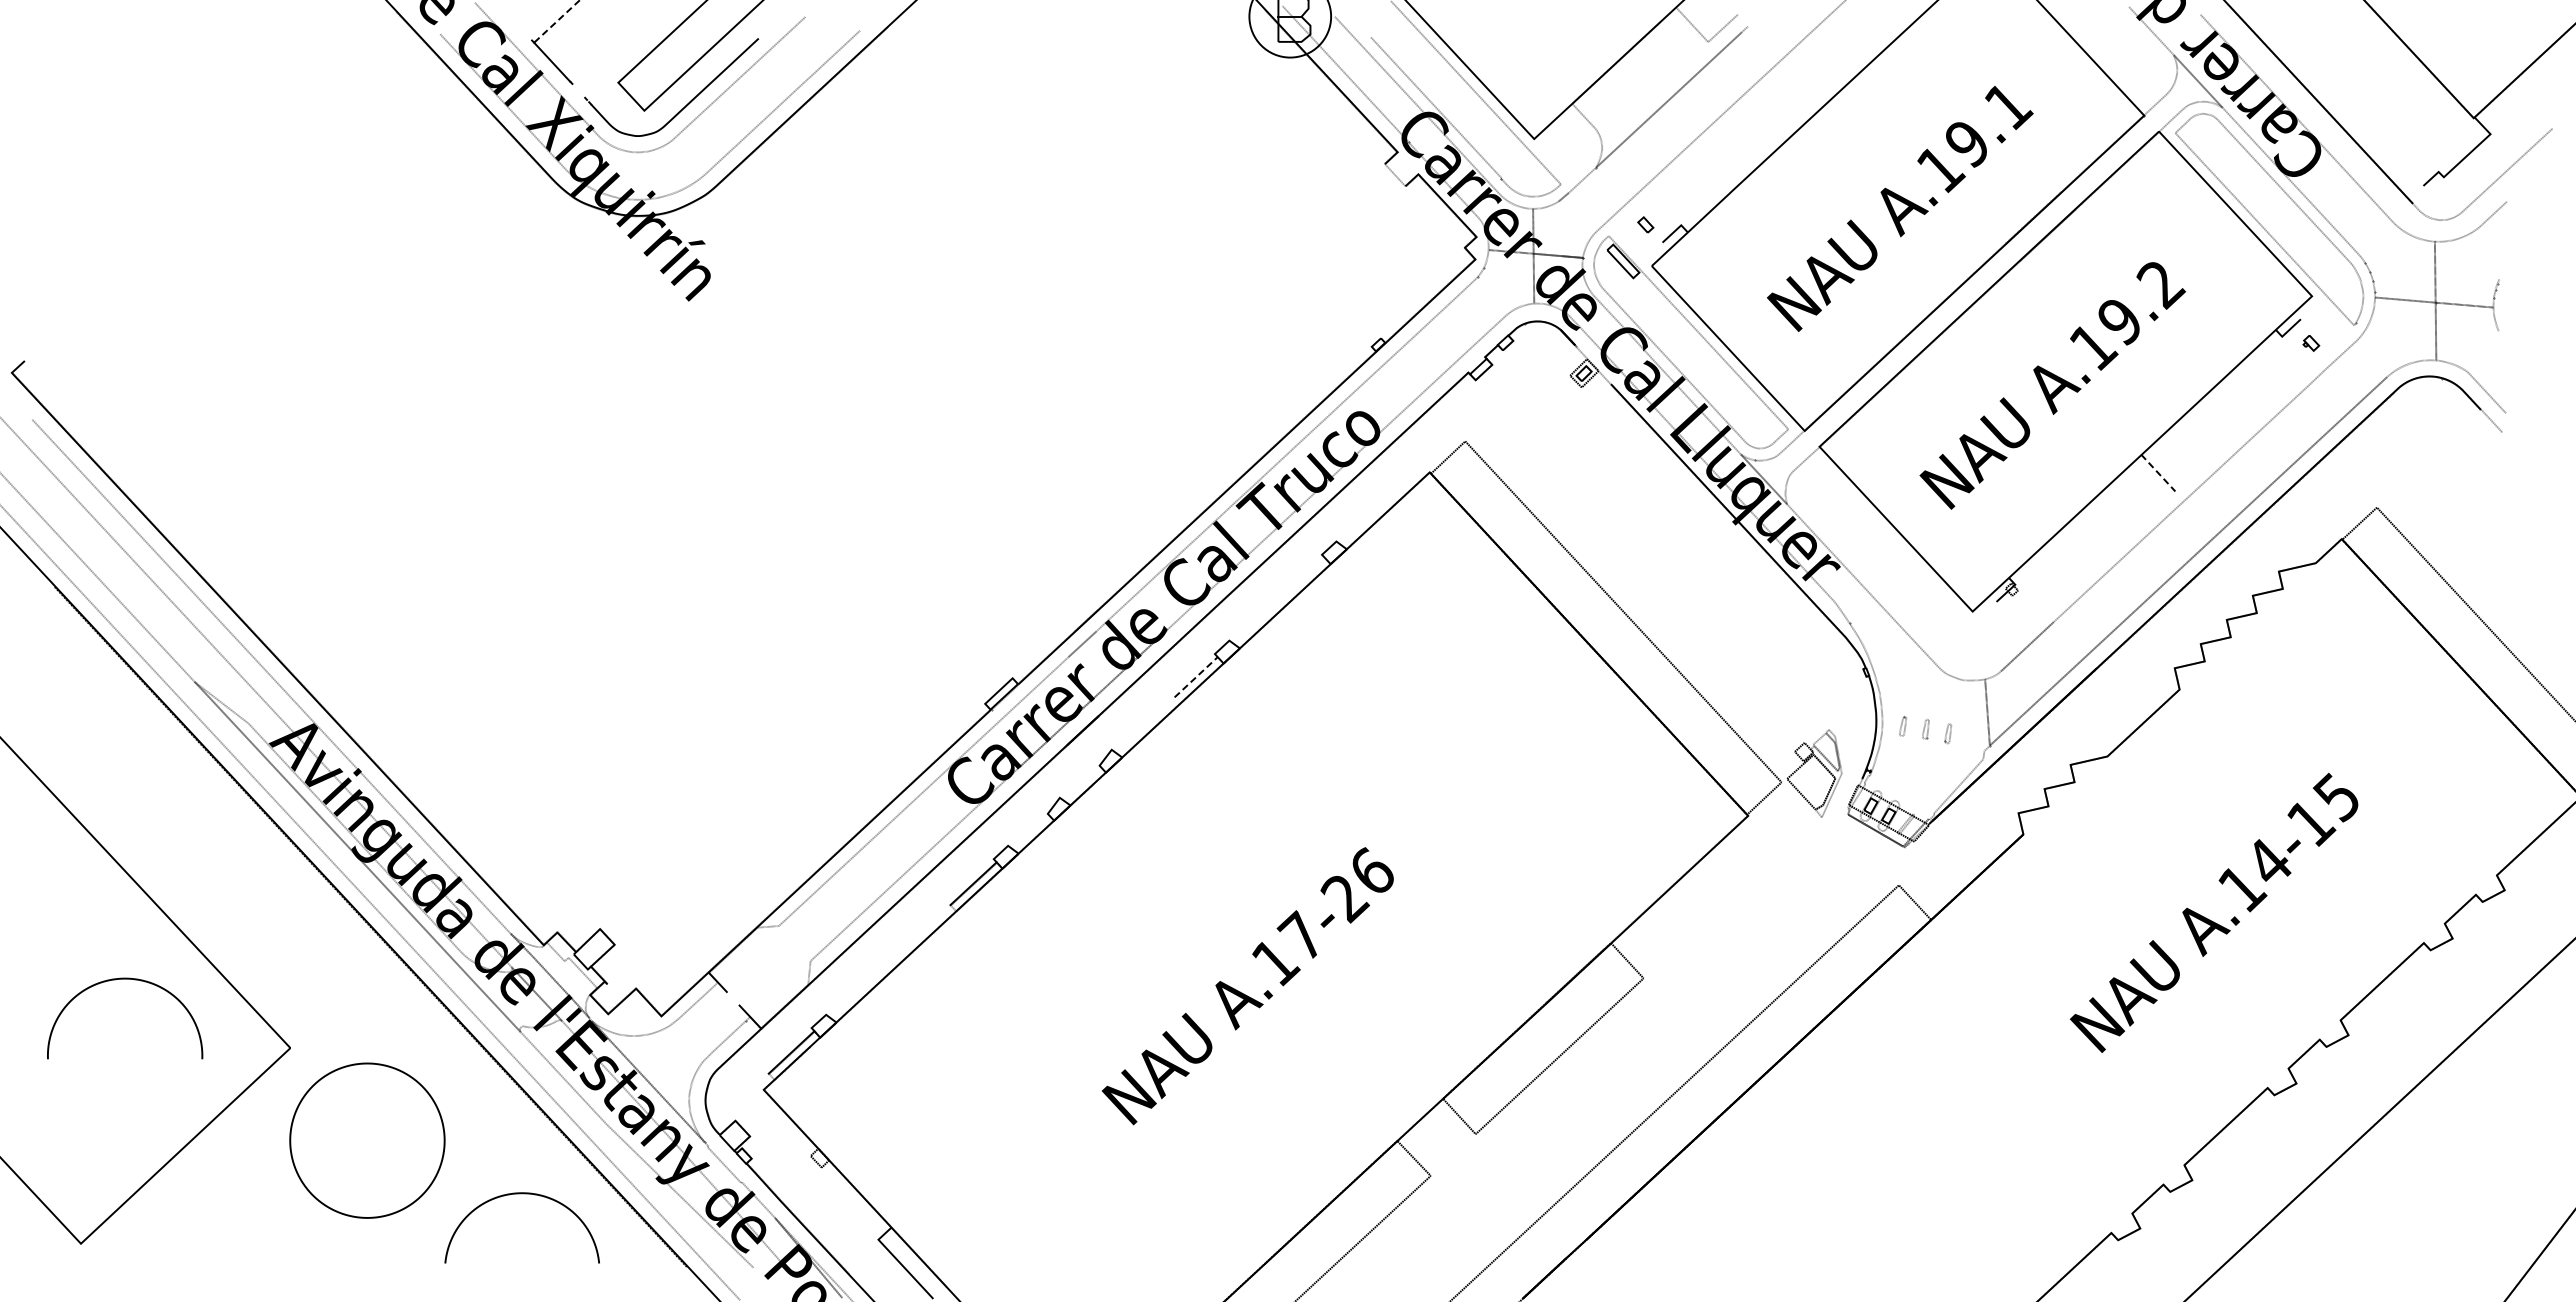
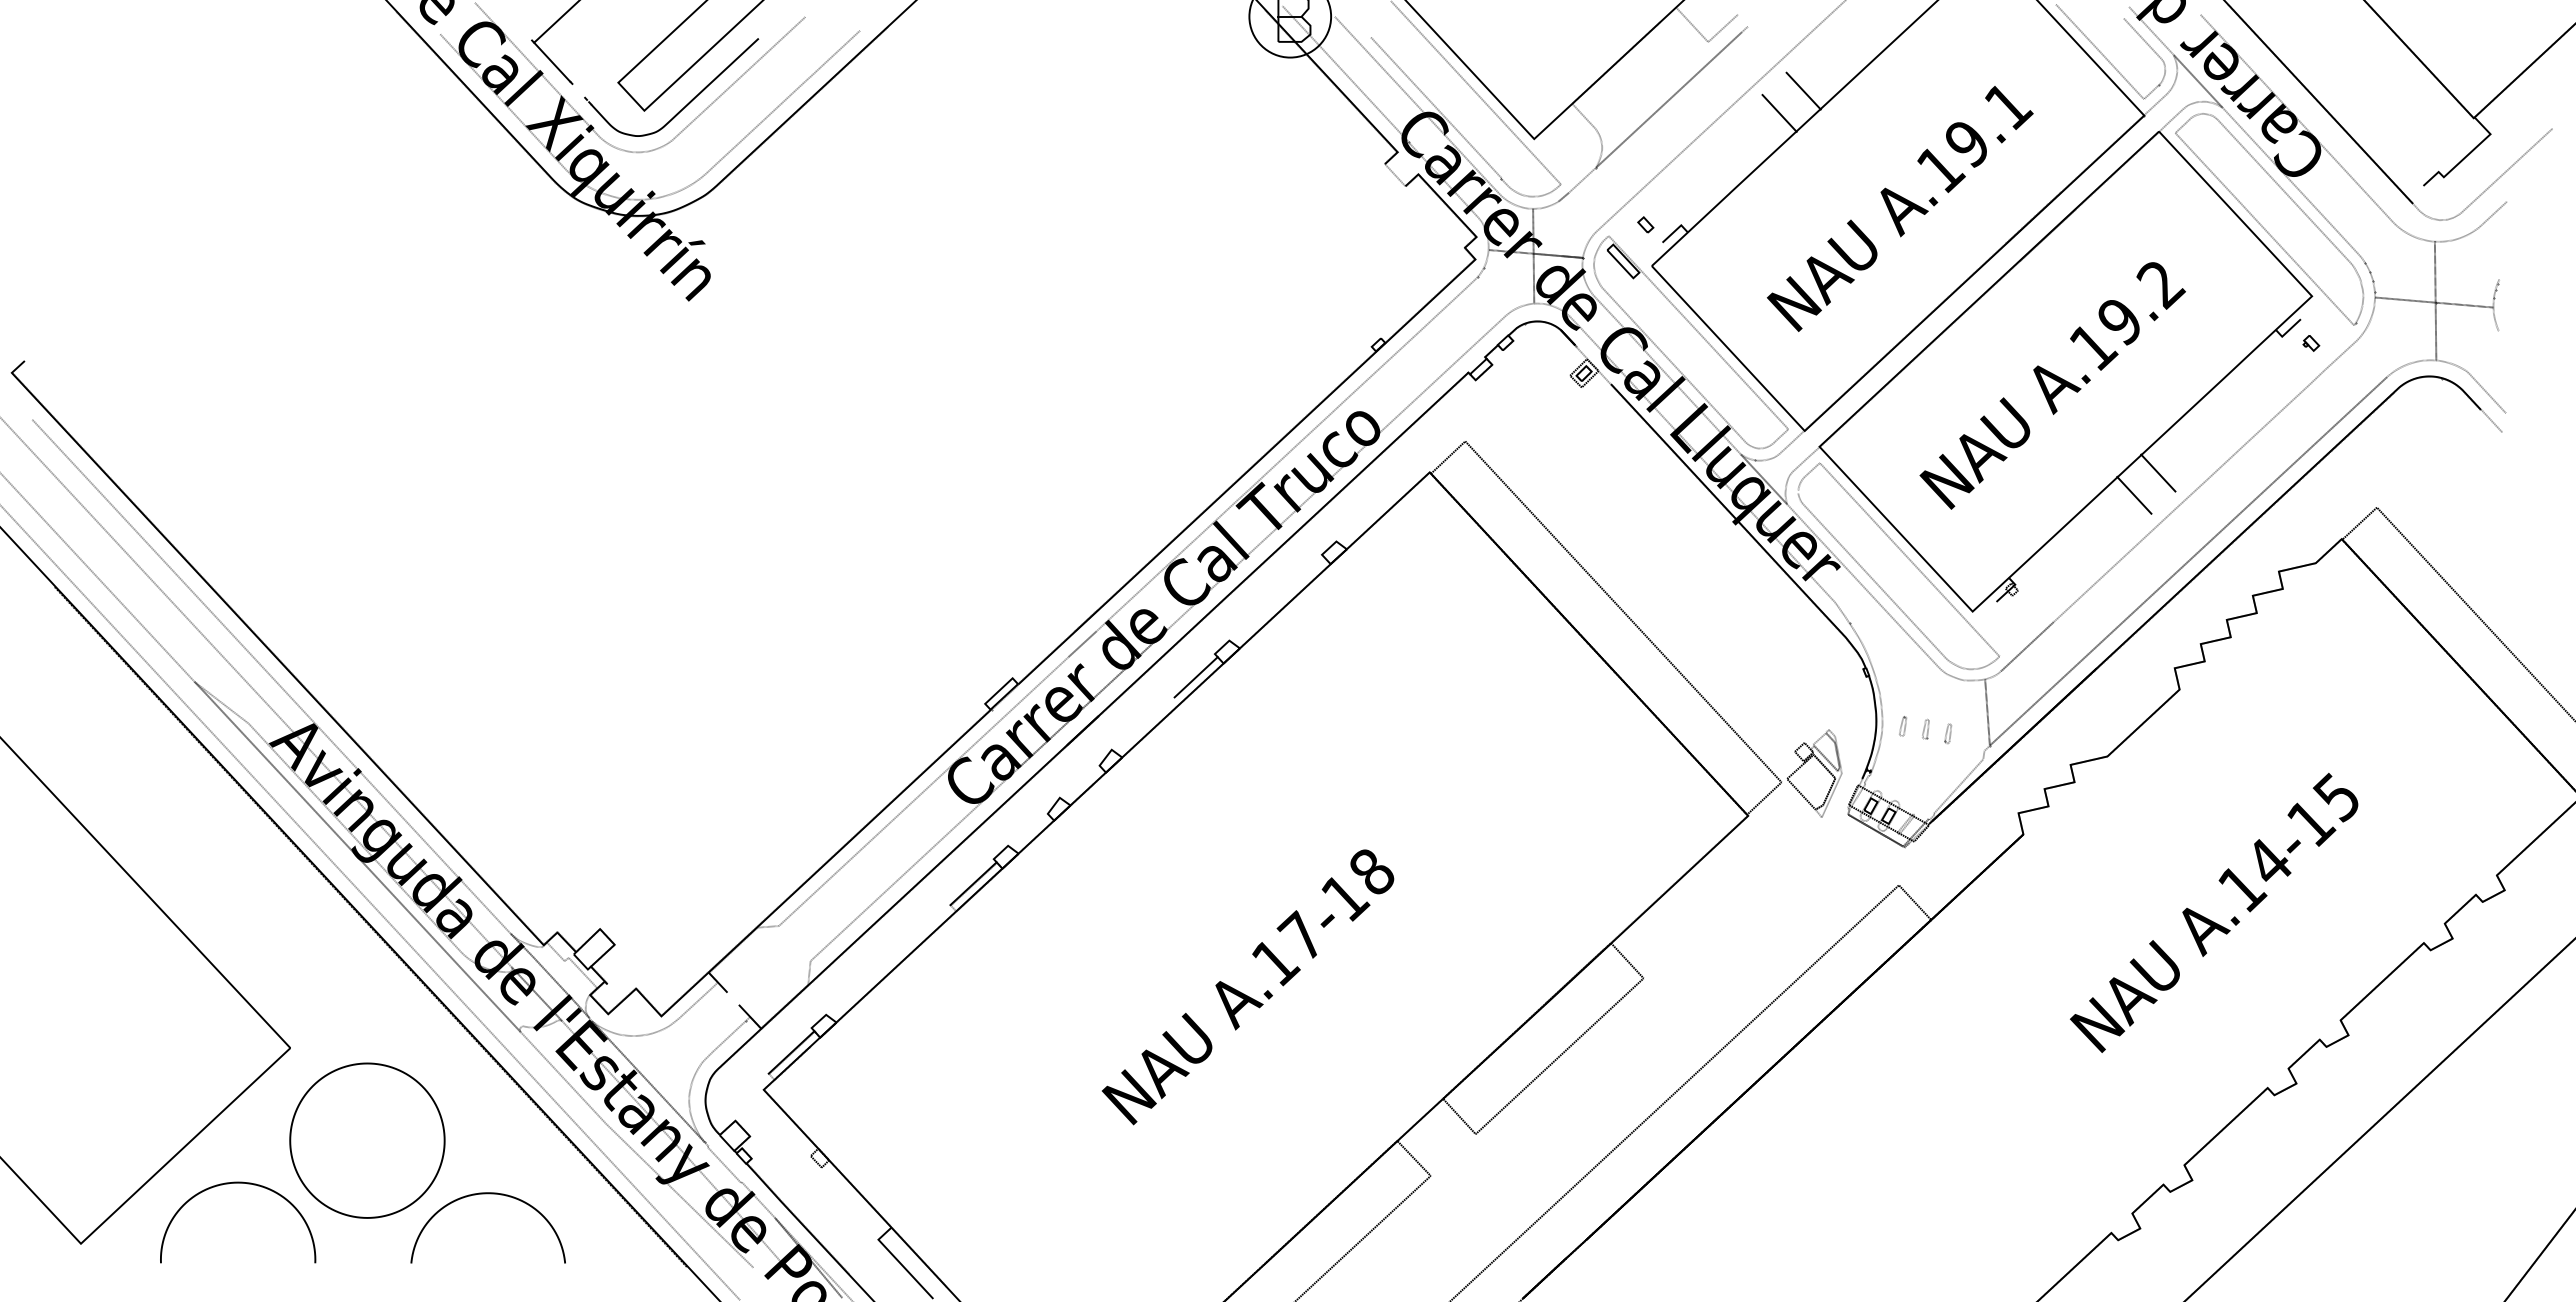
line at (556, 21): dashed -> solid
curve at (2105, 56): none -> present
line at (1803, 90): none -> present
line at (1779, 113): none -> present
line at (2158, 473): dashed -> solid
line at (2134, 494): none -> present
part at (1906, 557): none -> present
line at (1196, 676): dashed -> solid
text at (1357, 885): A.17-26 -> A.17-18
curve at (125, 979) position: (125, 979) -> (238, 1183)
curve at (521, 1194) position: (521, 1194) -> (487, 1194)
